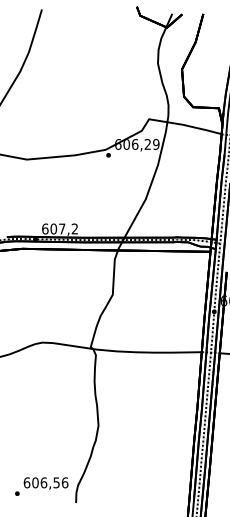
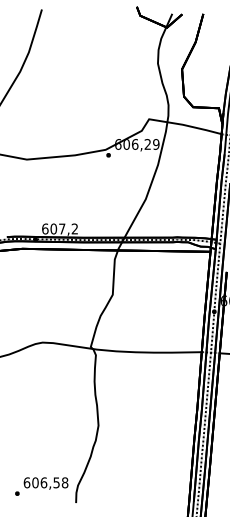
text at (64, 482): 606,56 -> 606,58
